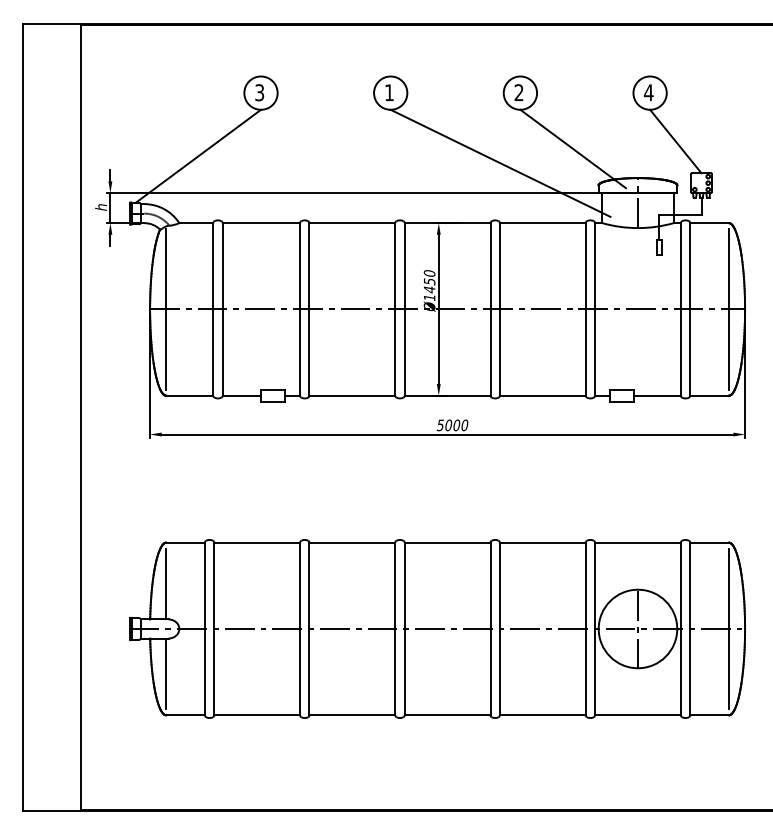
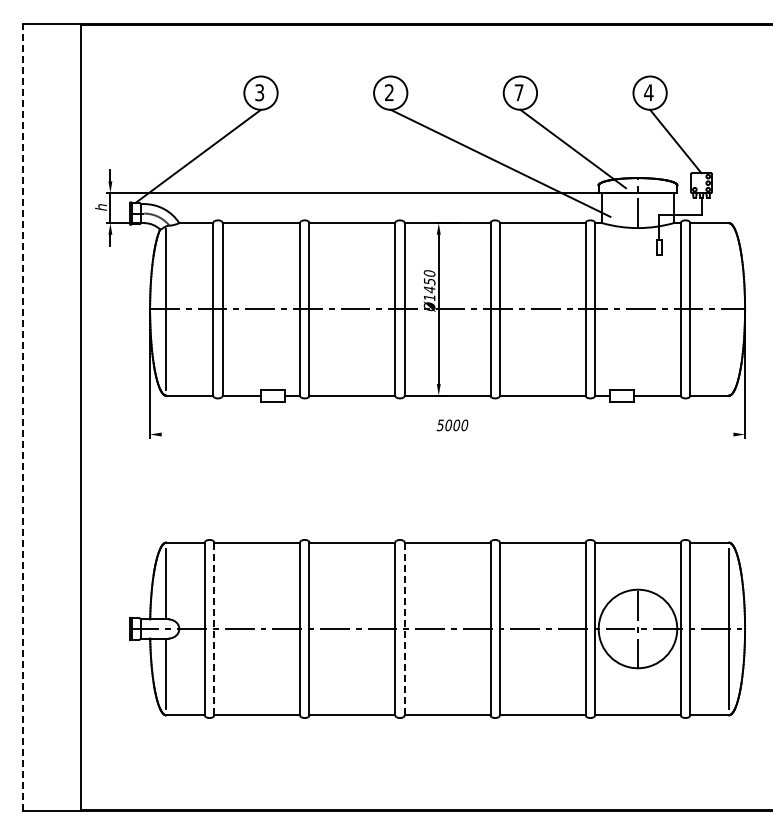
text at (389, 92): 1 -> 2
text at (518, 92): 2 -> 7
line at (728, 309): present -> none
line at (23, 417): solid -> dashed
line at (447, 434): present -> none
line at (214, 628): solid -> dashed
line at (404, 629): solid -> dashed
